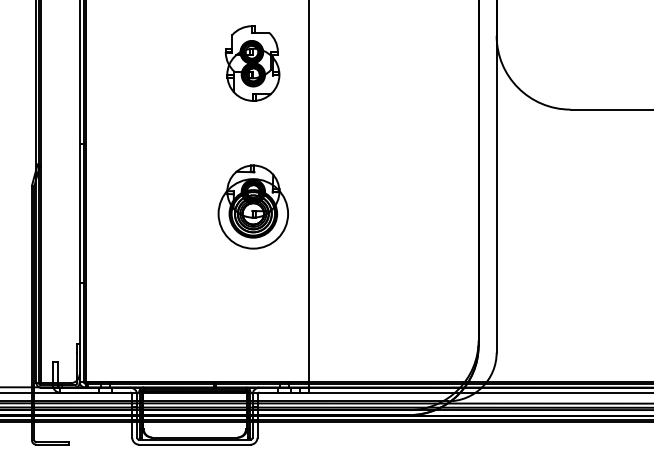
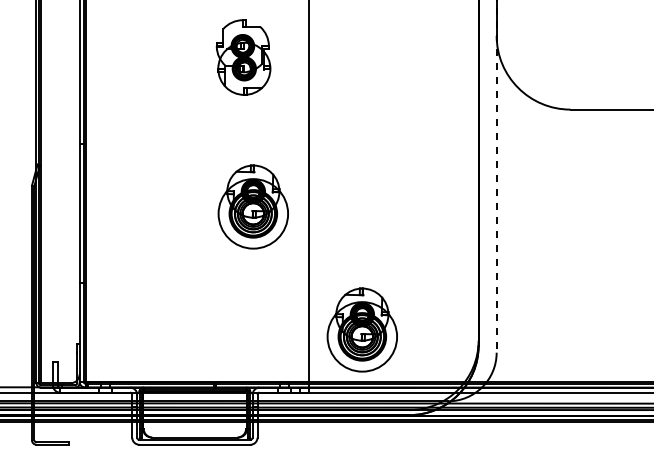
part at (252, 63) position: (252, 63) -> (243, 57)
line at (496, 176): solid -> dashed
part at (361, 329): none -> present
